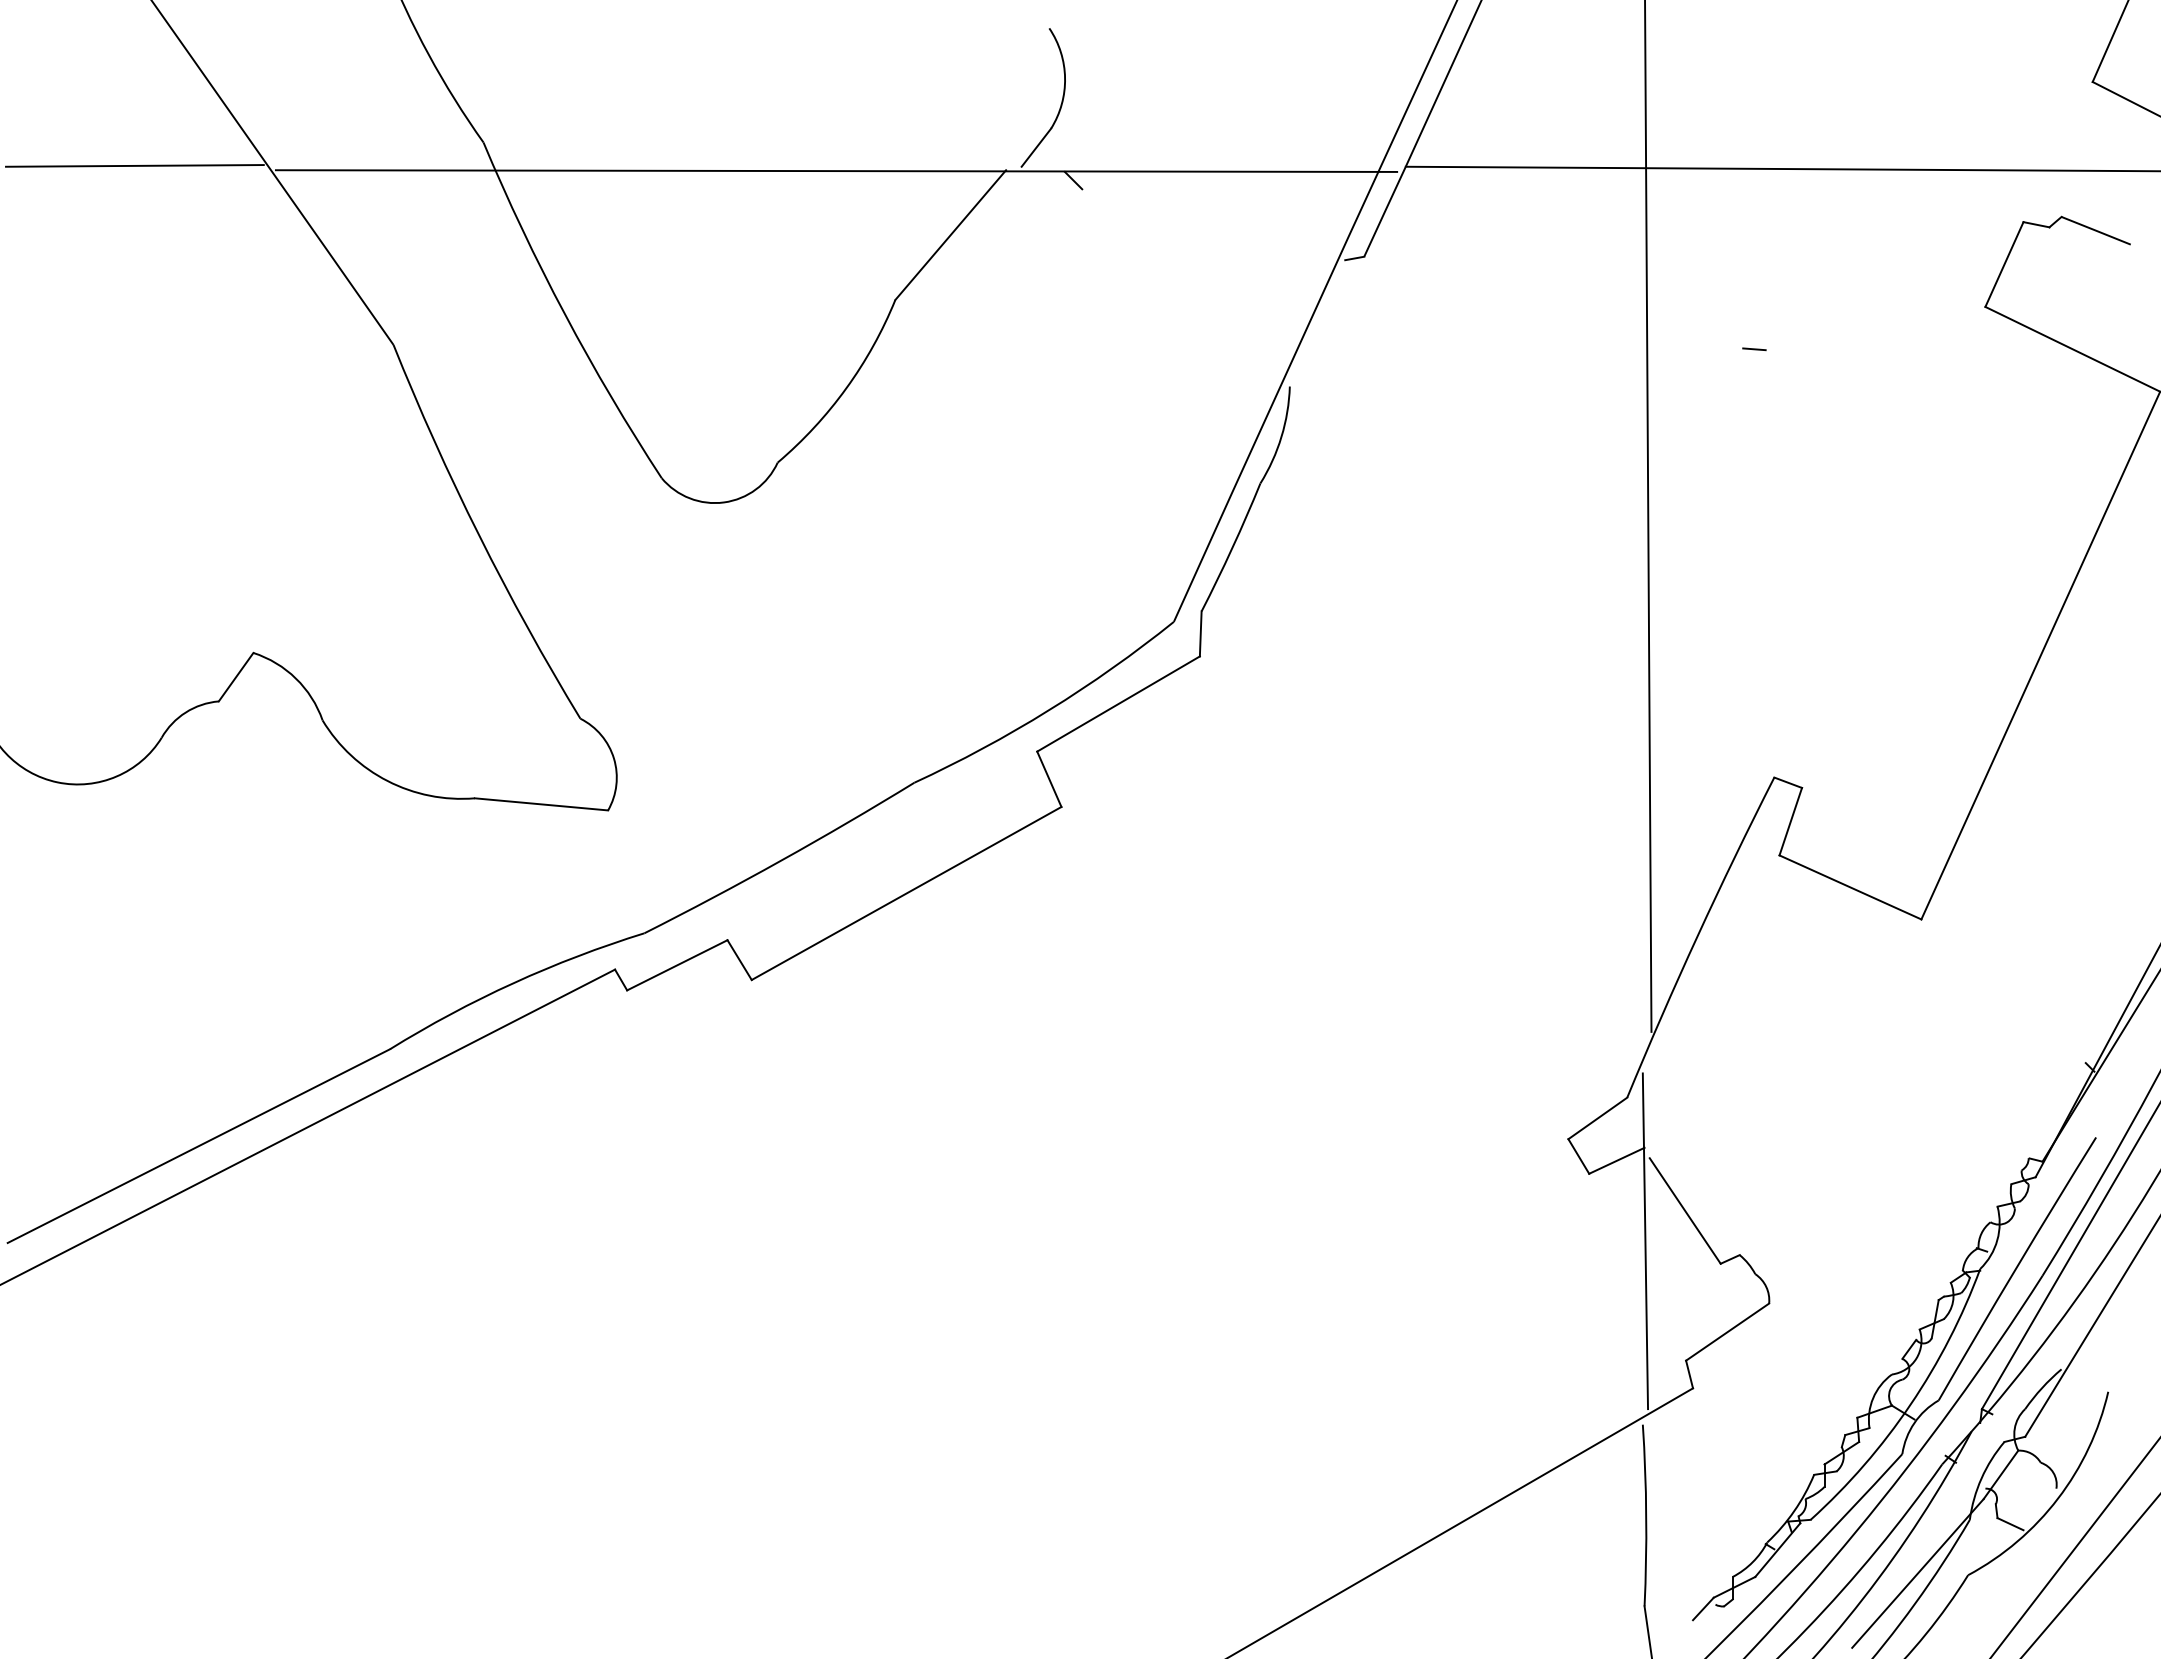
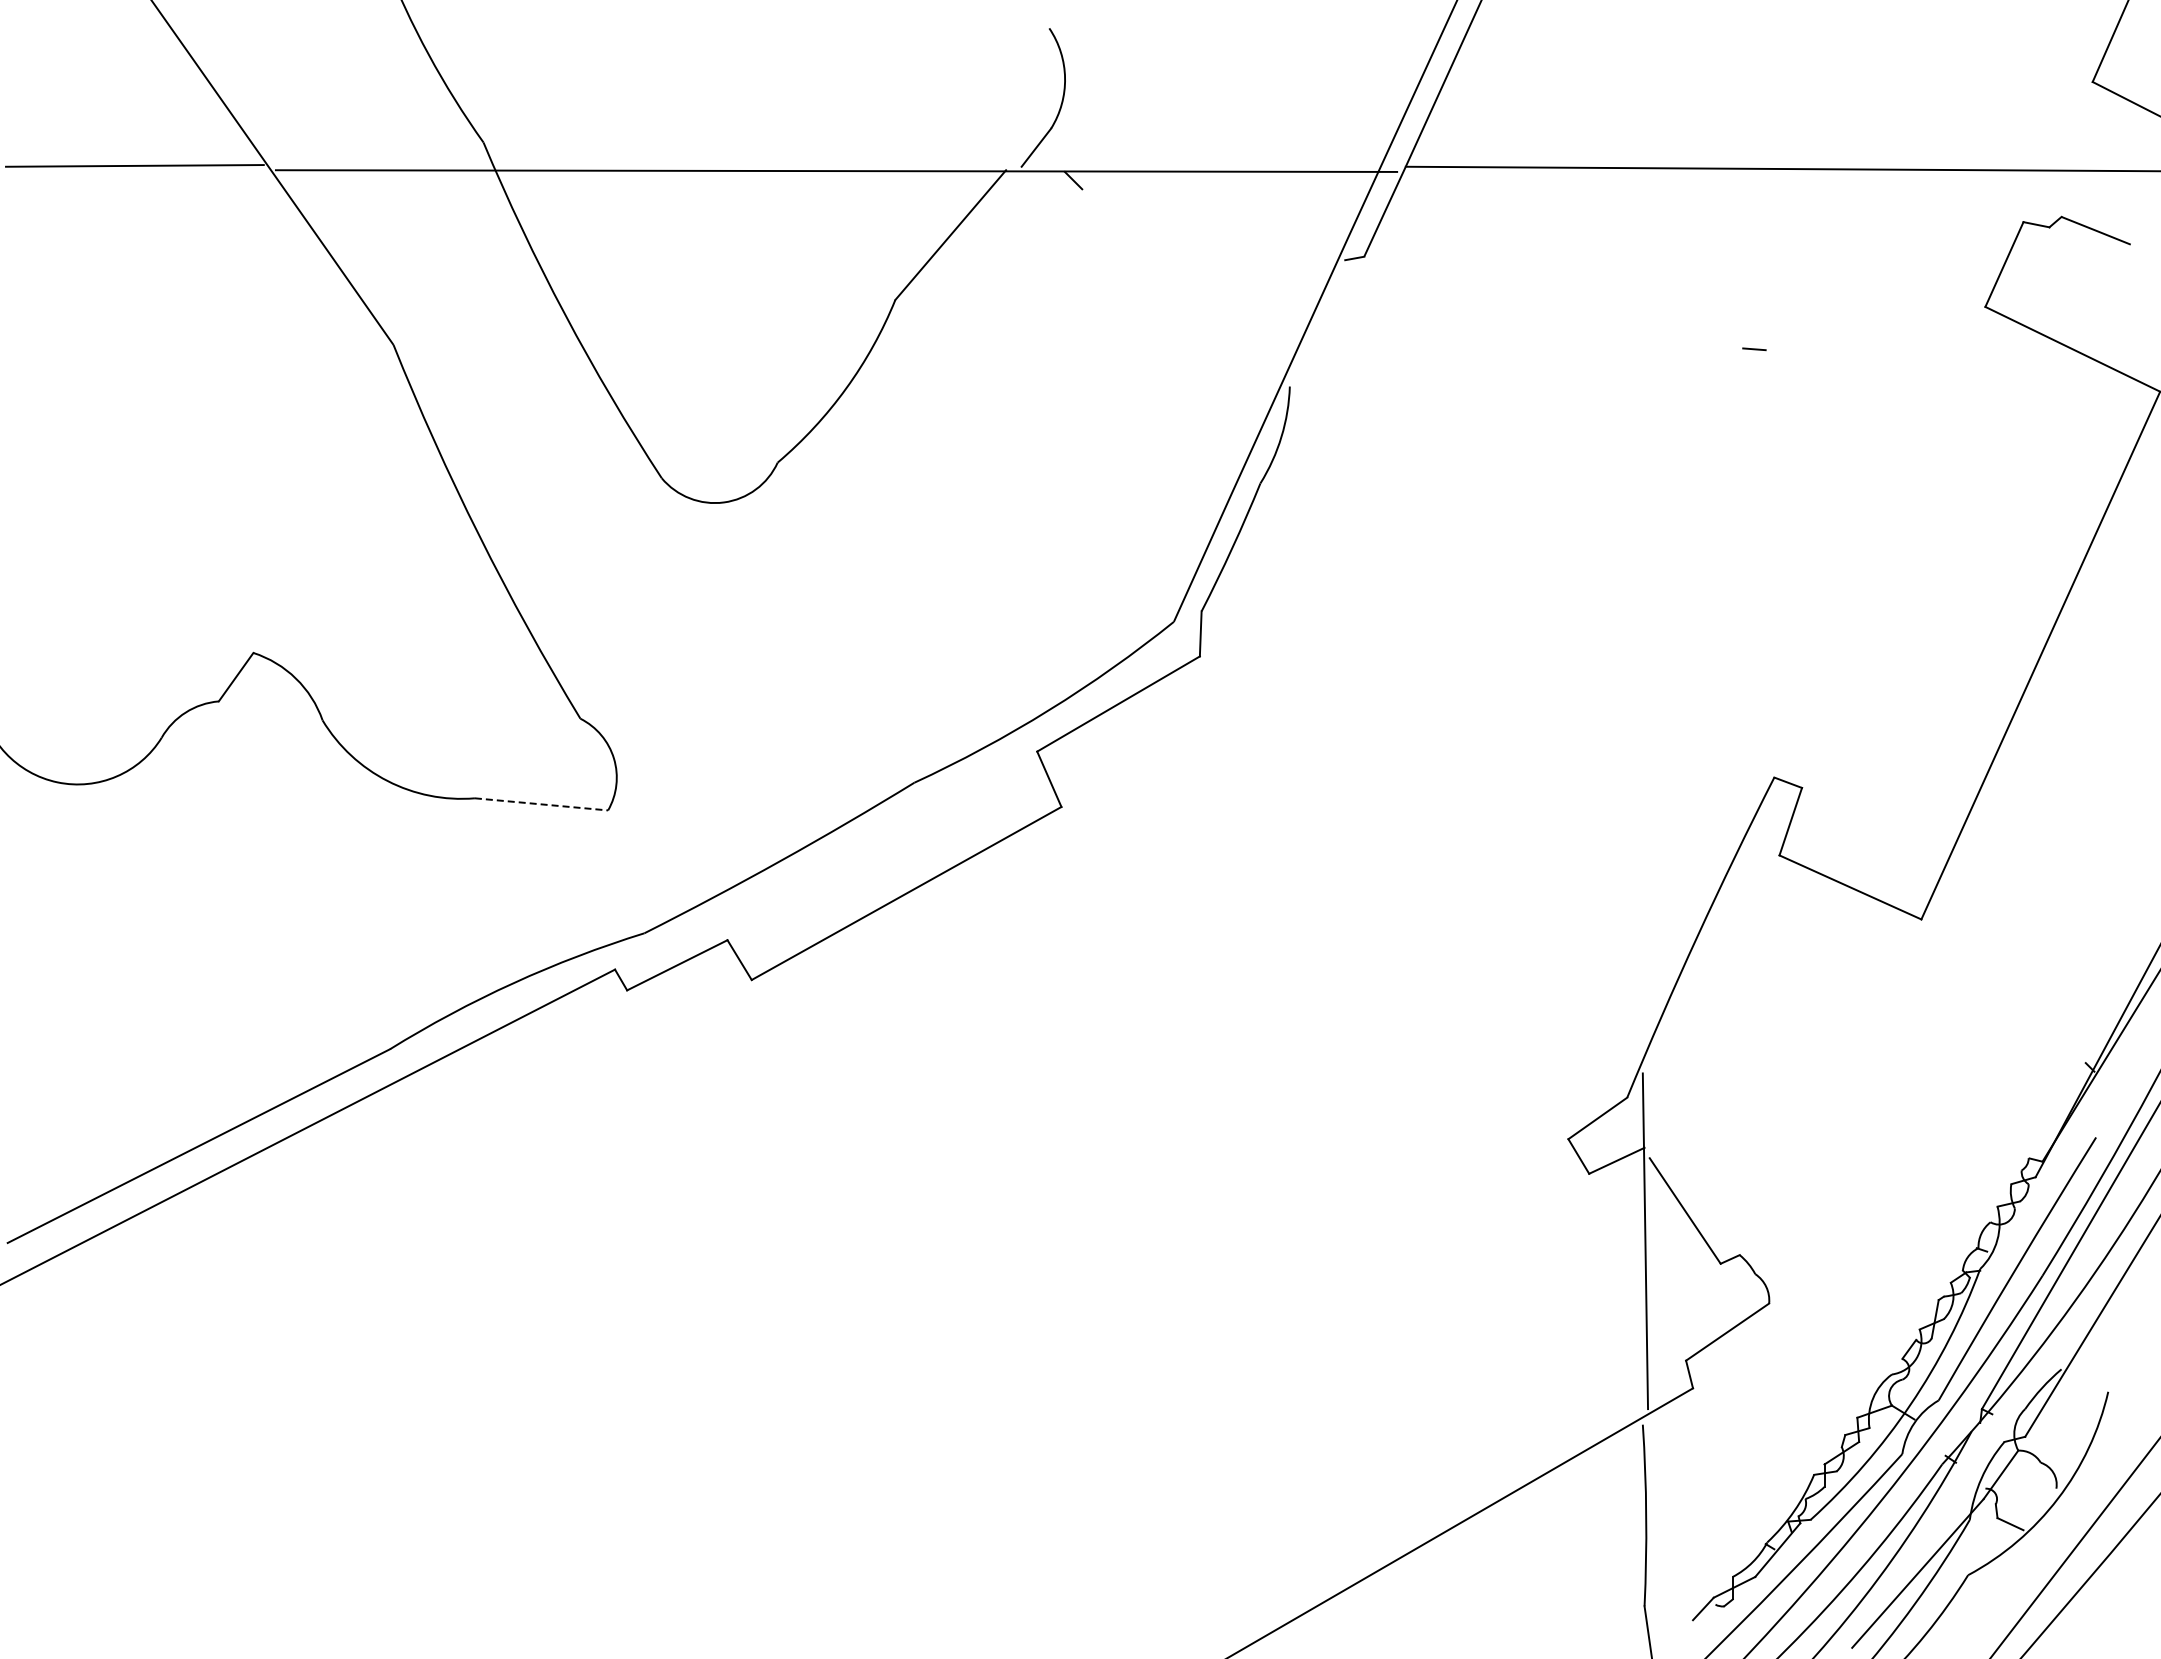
line at (1648, 516): present -> none
line at (541, 804): solid -> dashed
